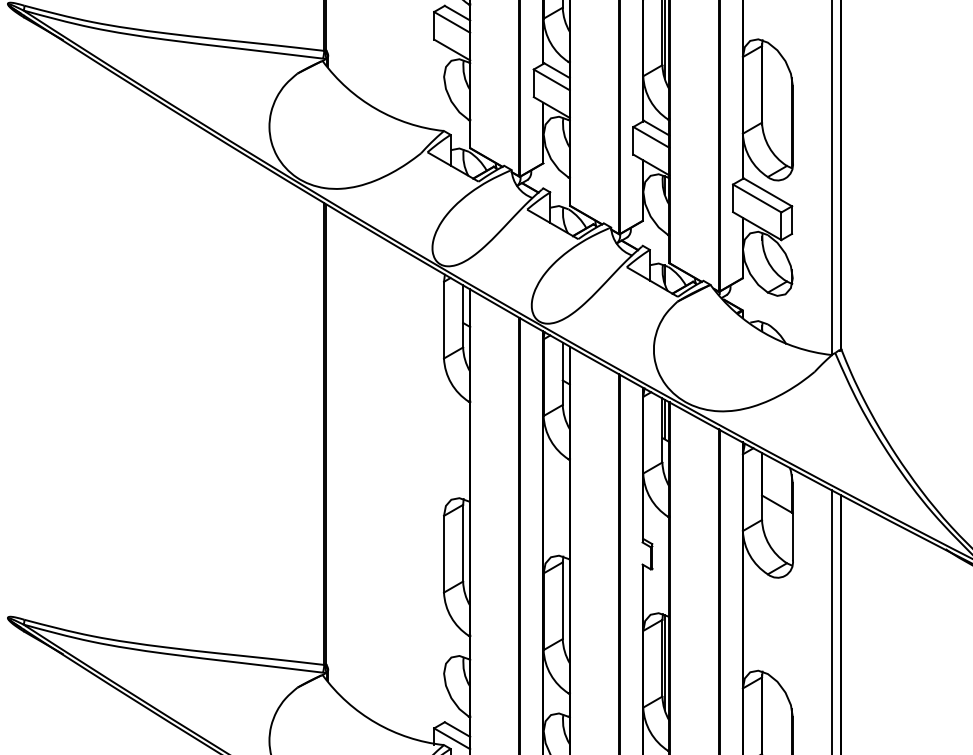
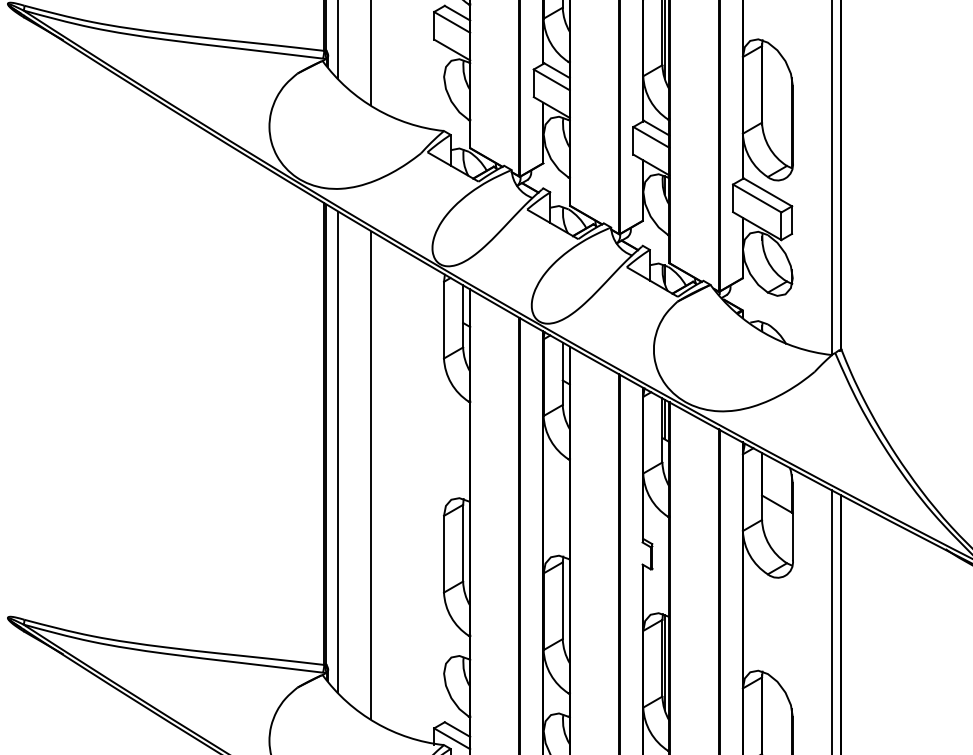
line at (338, 39): none -> present
line at (371, 53): none -> present
line at (338, 451): none -> present
line at (371, 475): none -> present
